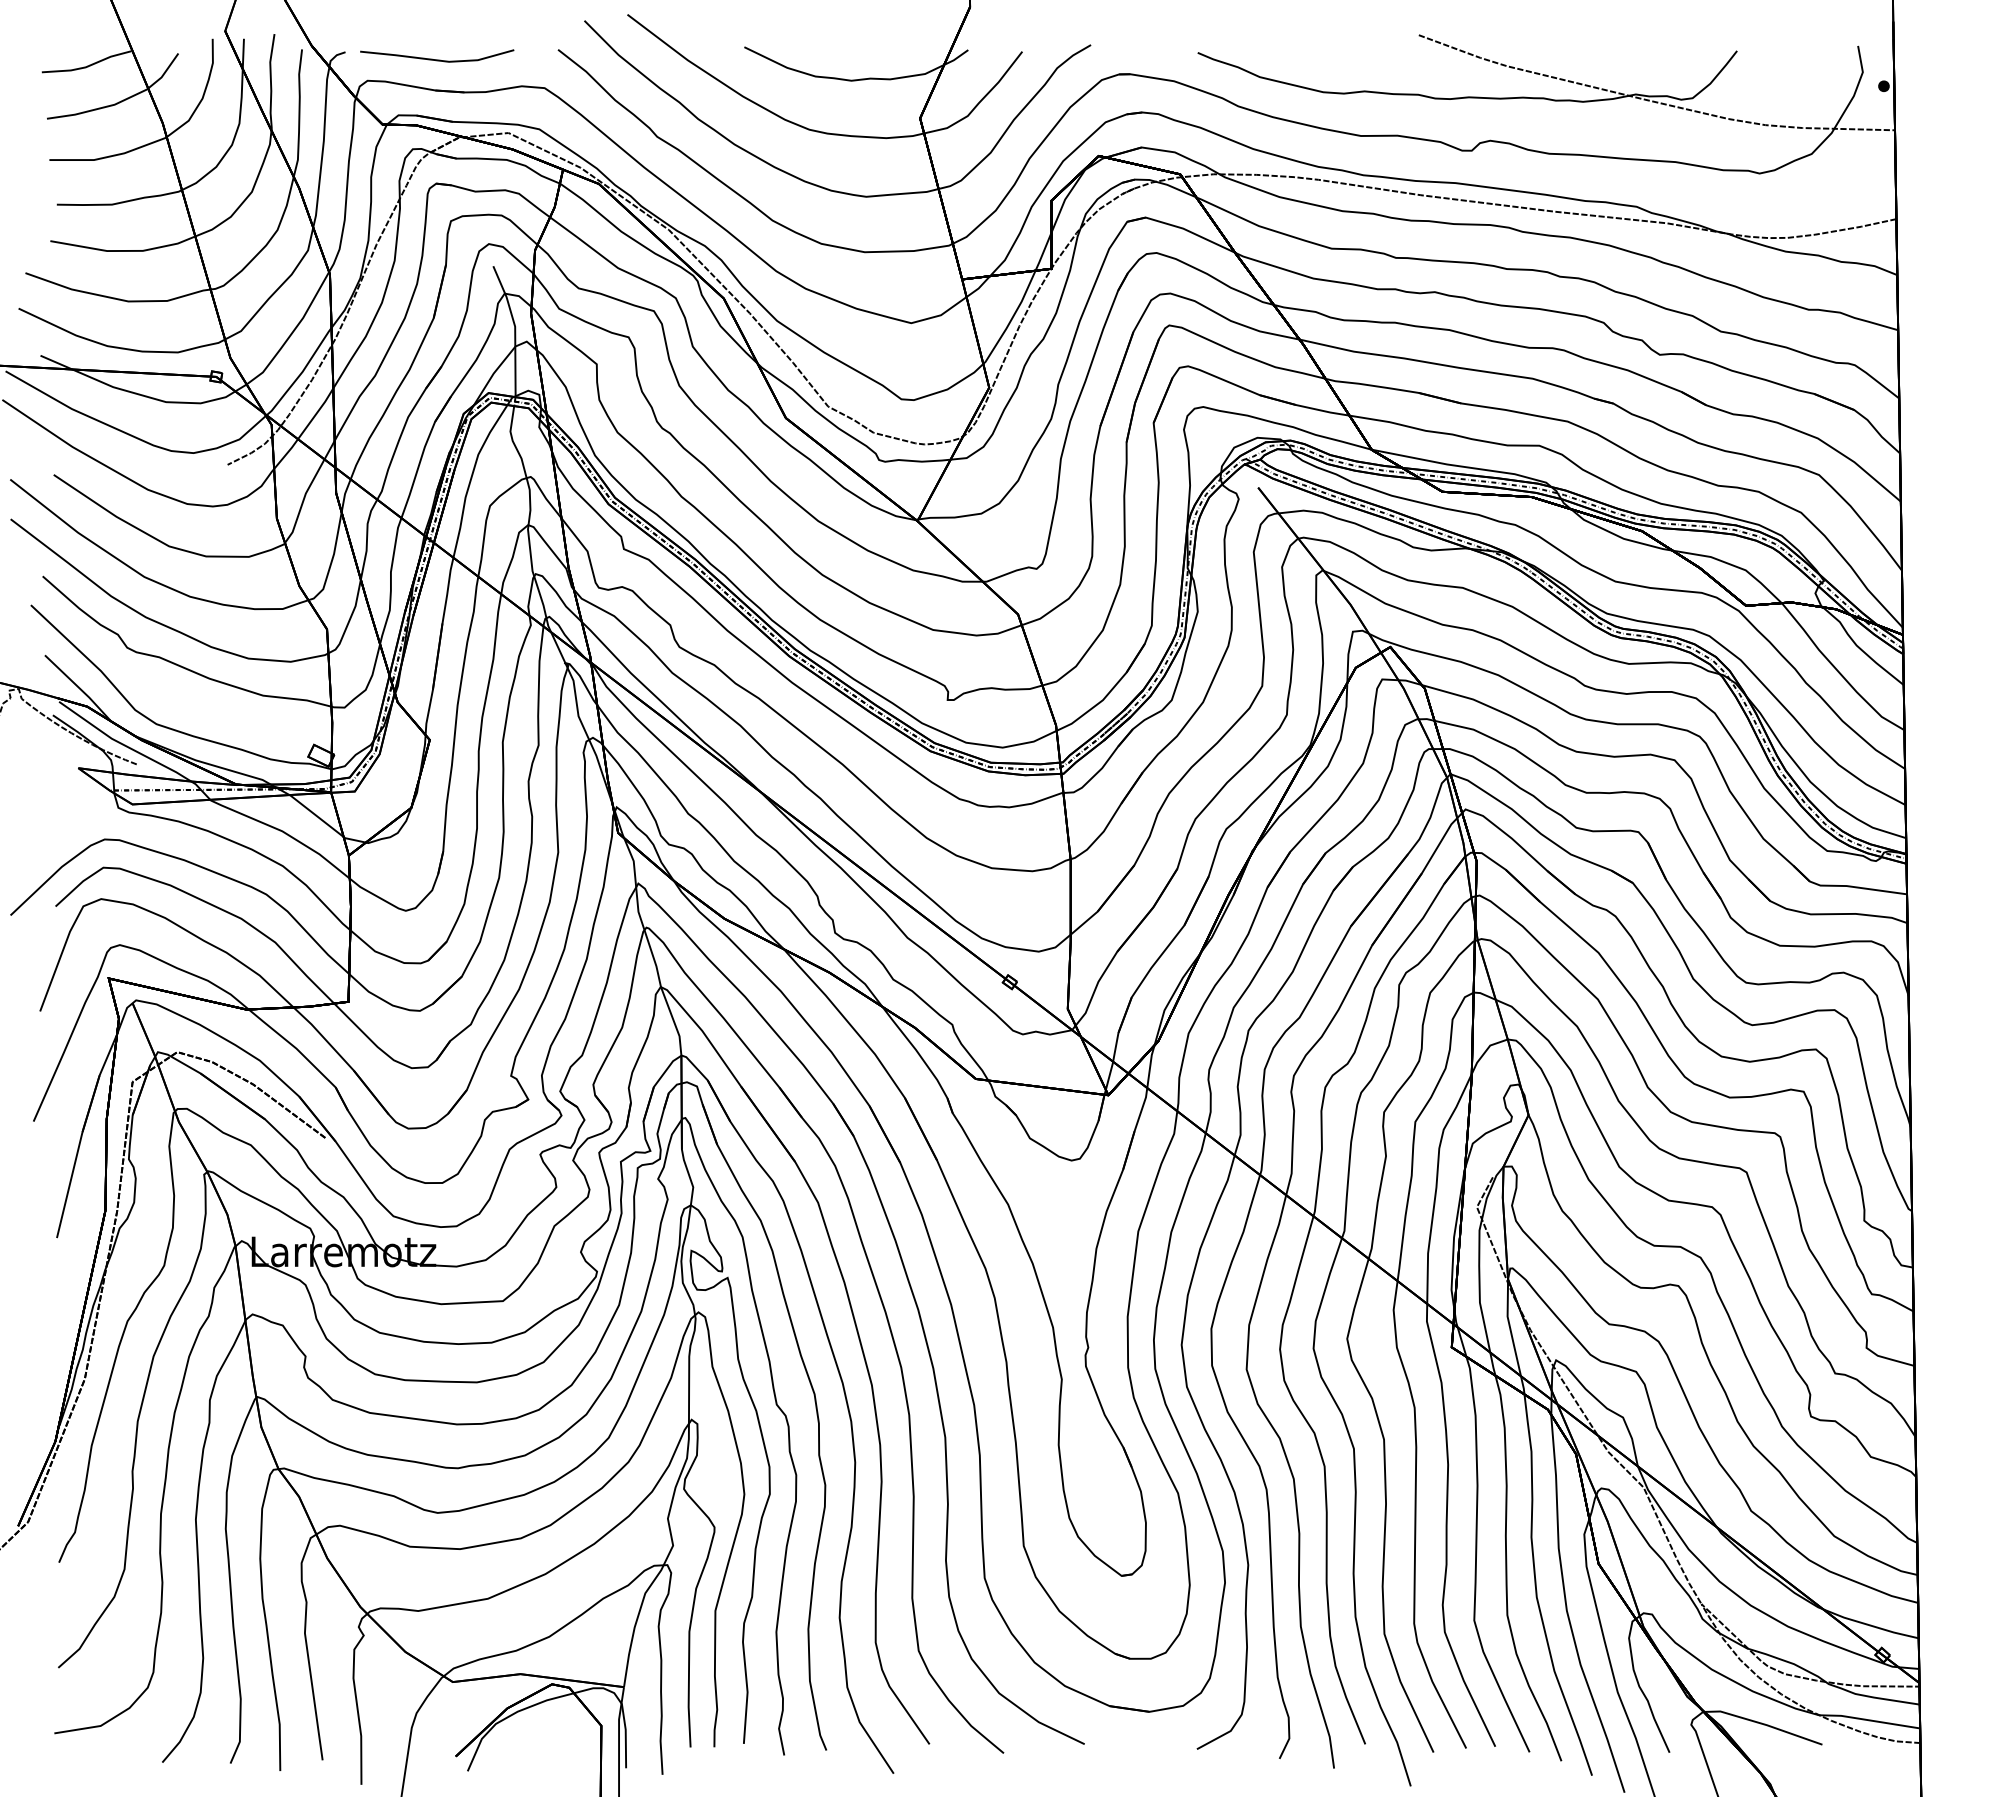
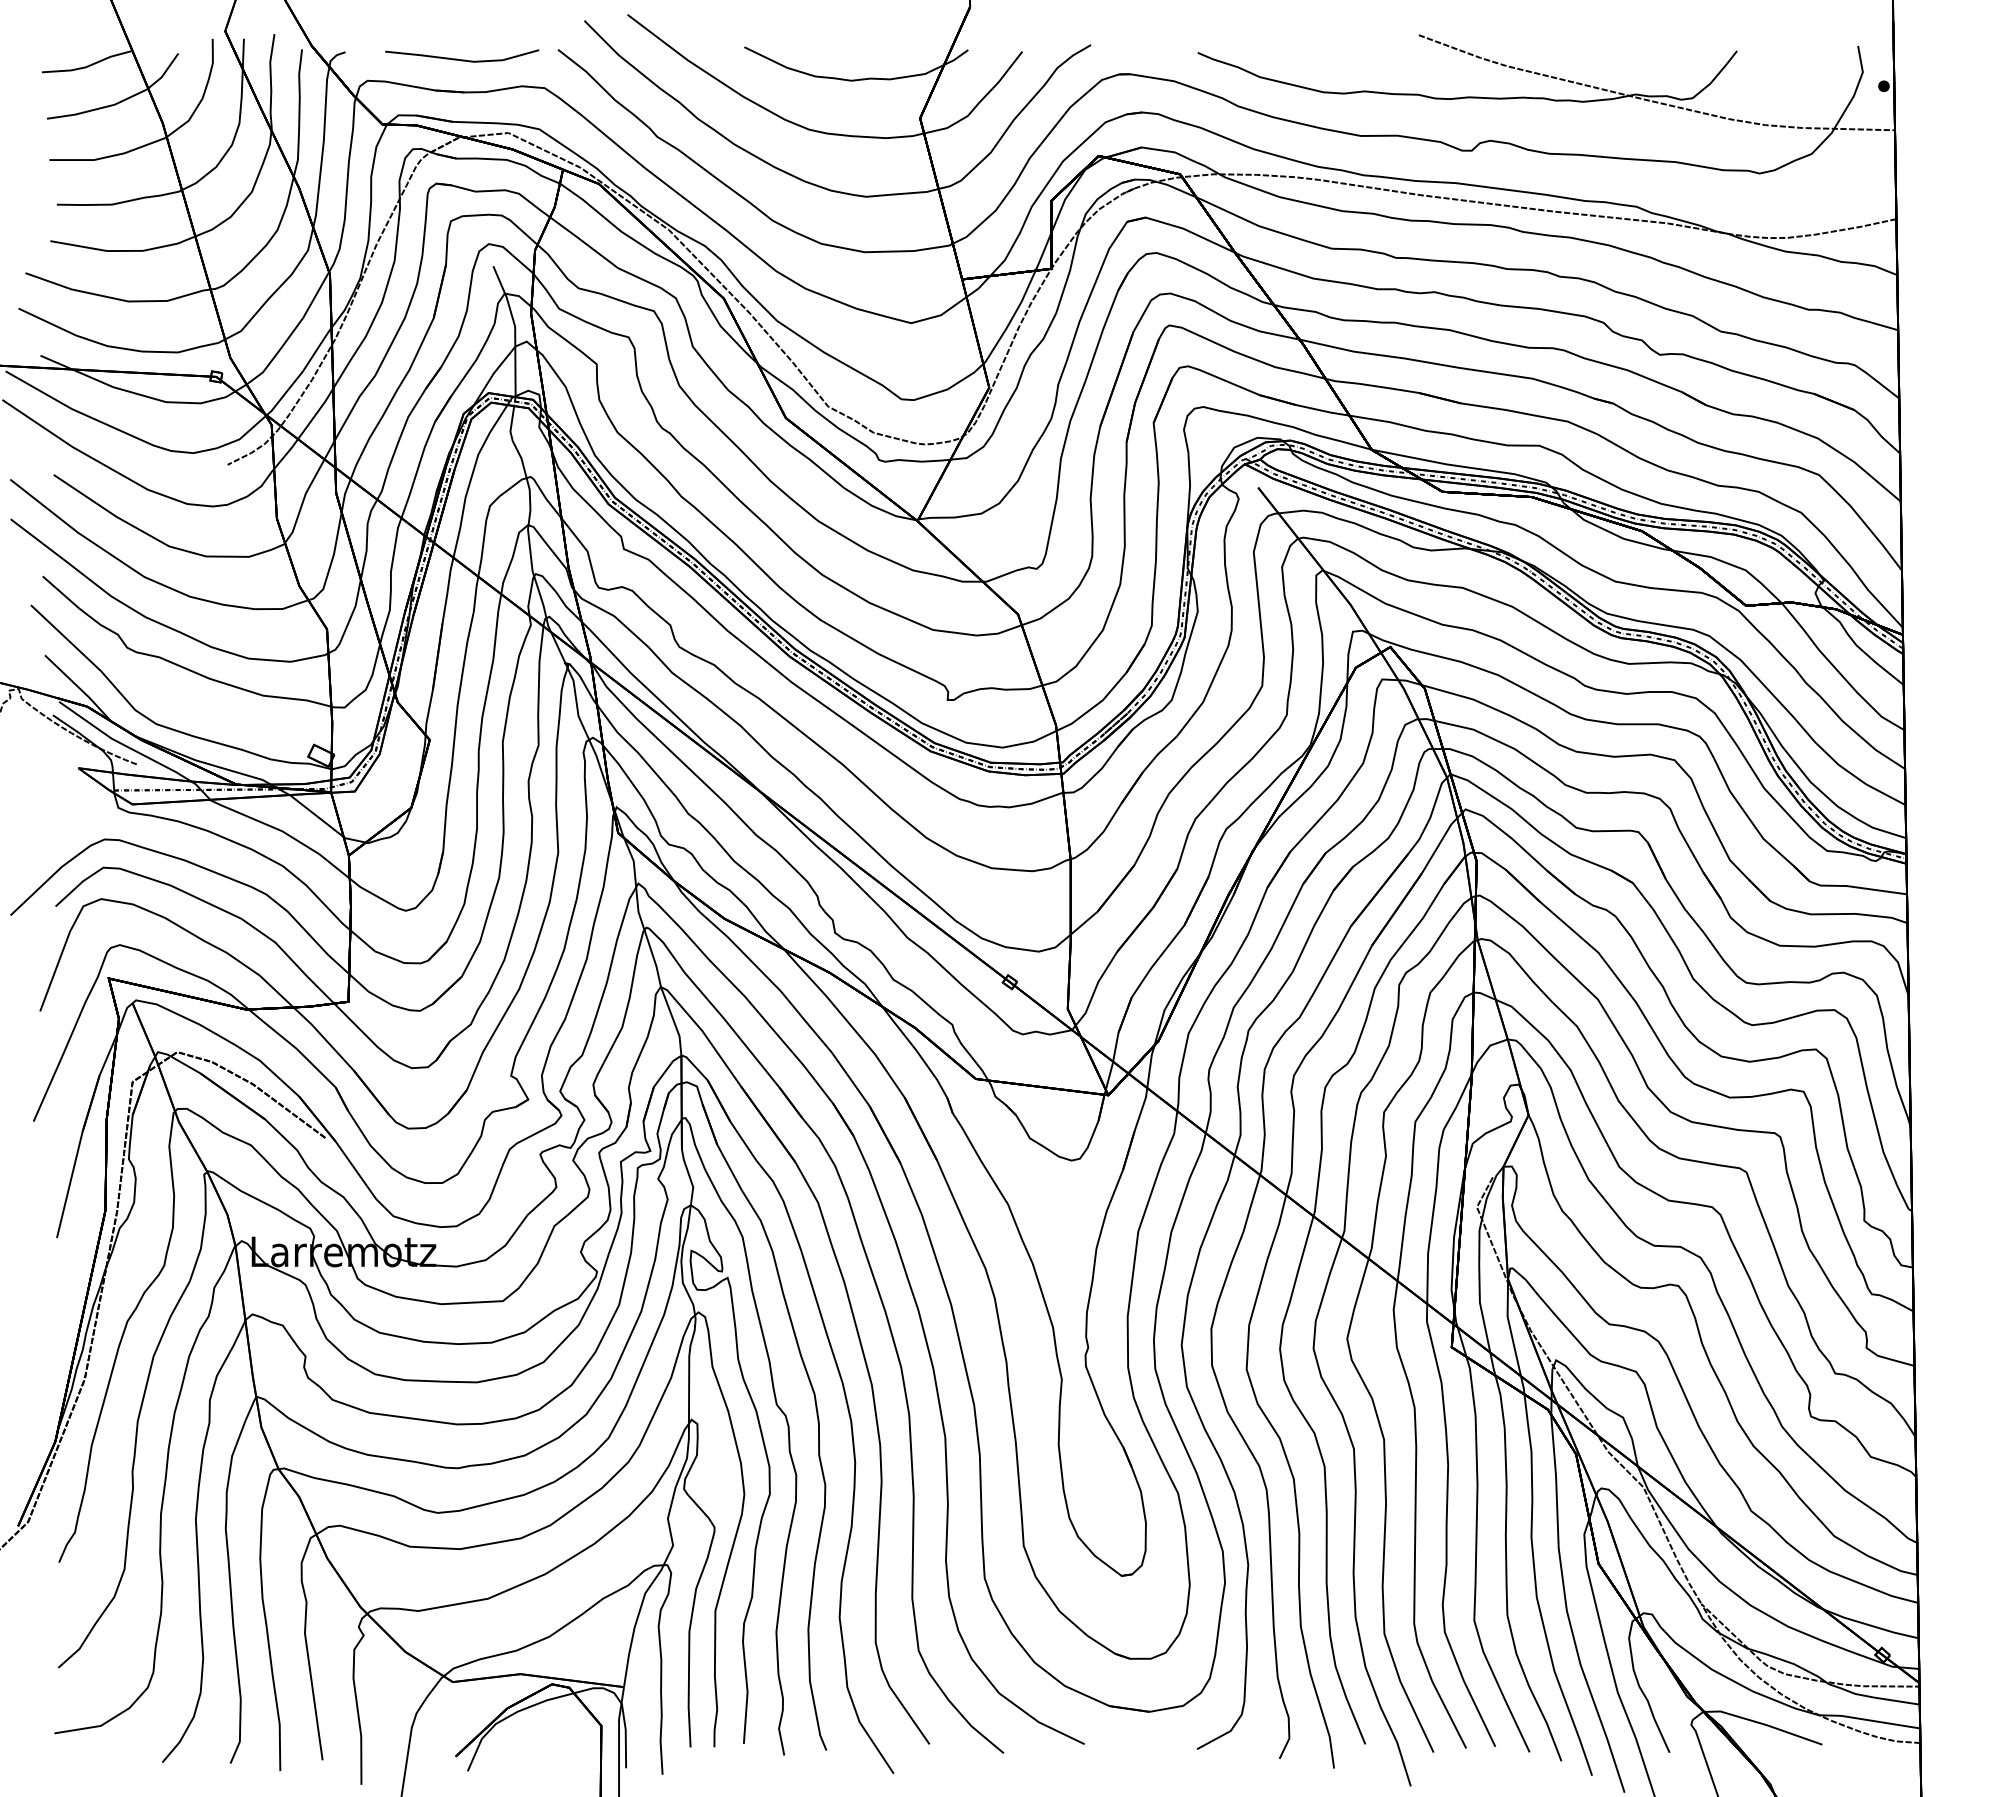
line at (437, 59) position: (437, 59) -> (462, 59)
